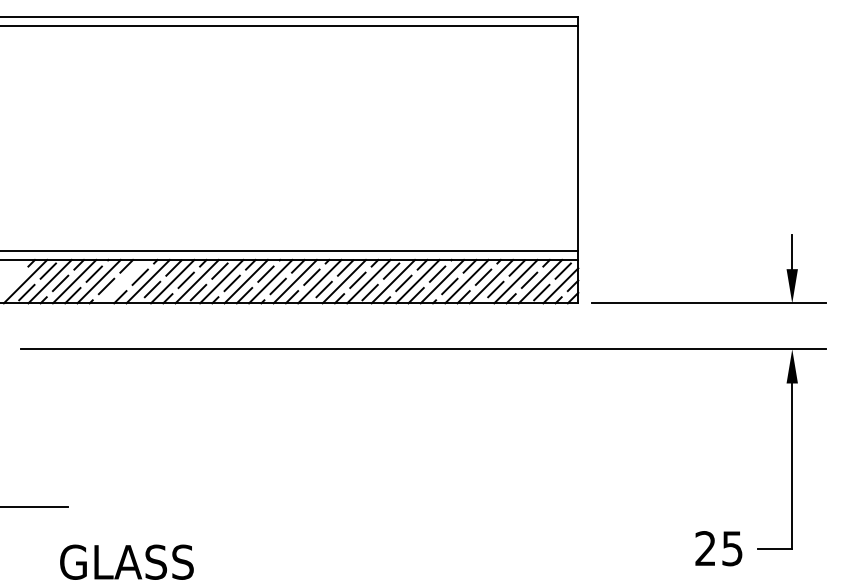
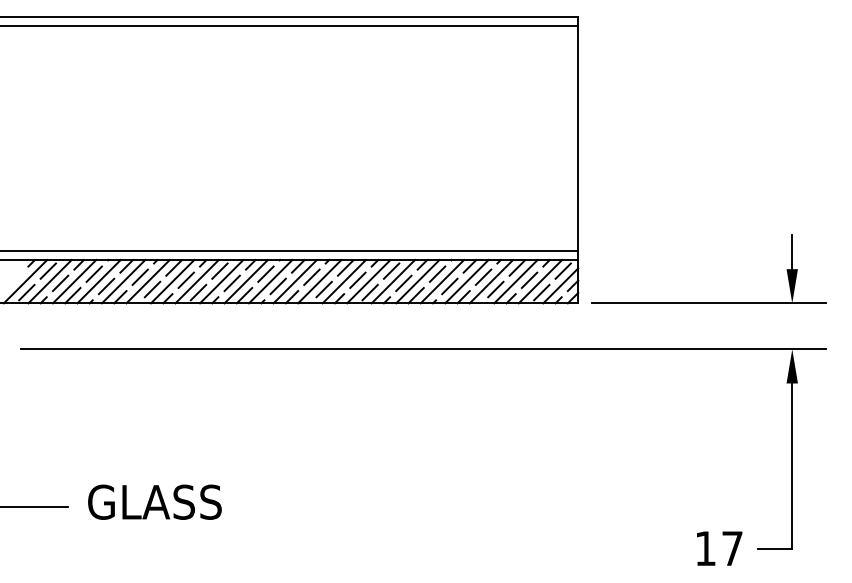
line at (123, 281): none -> present
text at (718, 548): 25 -> 17
text at (126, 561) position: (126, 561) -> (154, 501)
